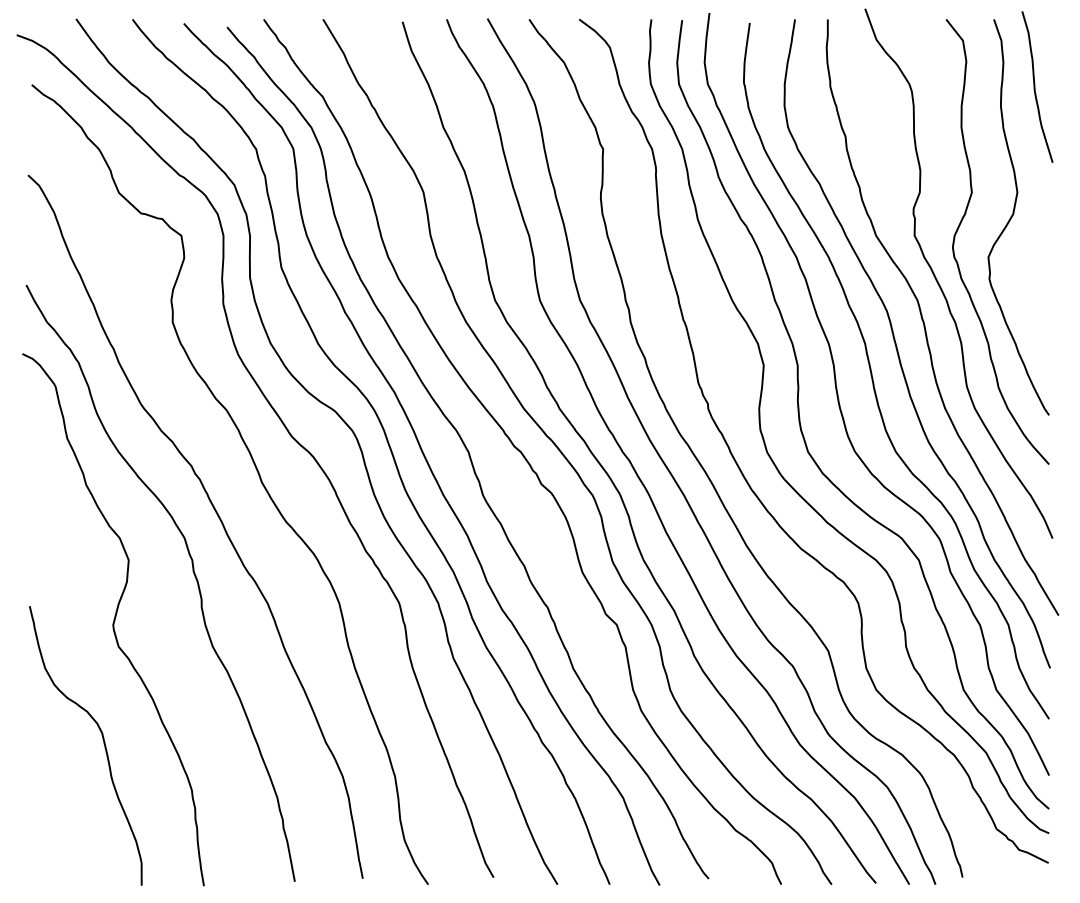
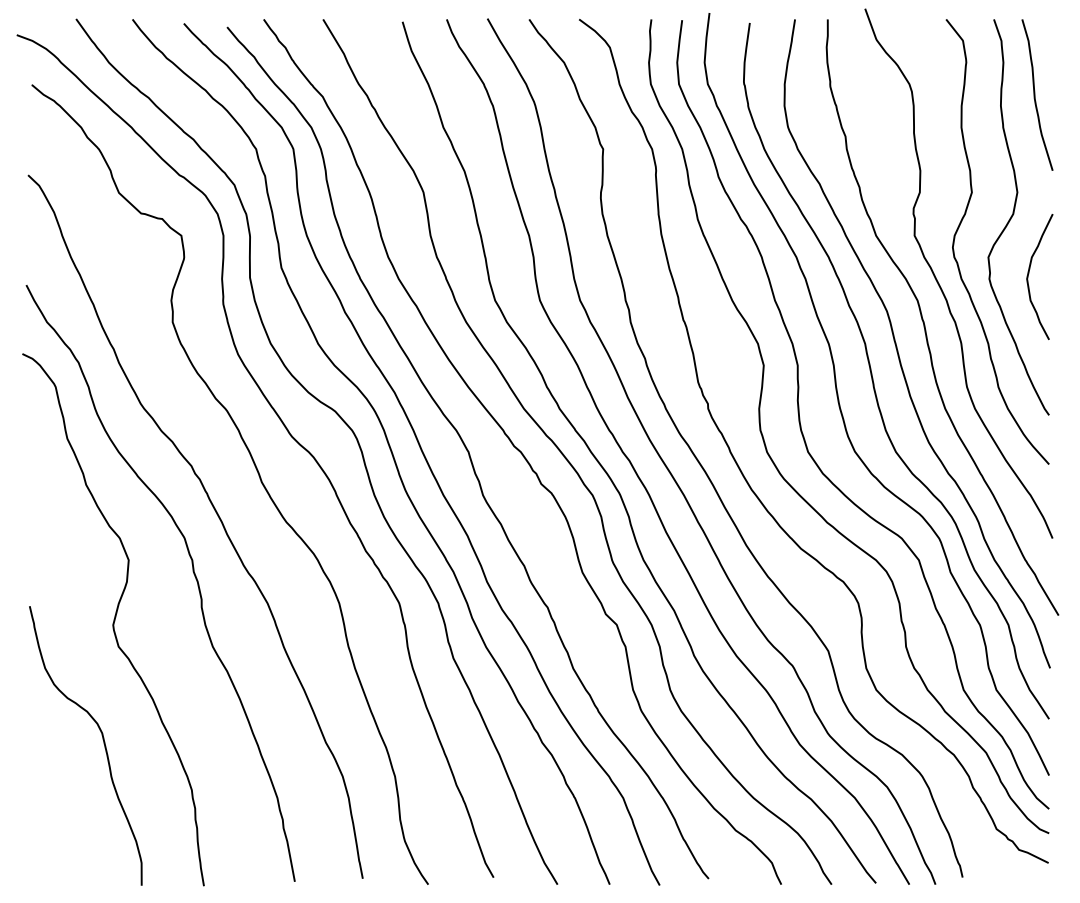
curve at (1035, 86) position: (1035, 86) -> (1035, 94)
curve at (1029, 273): none -> present
